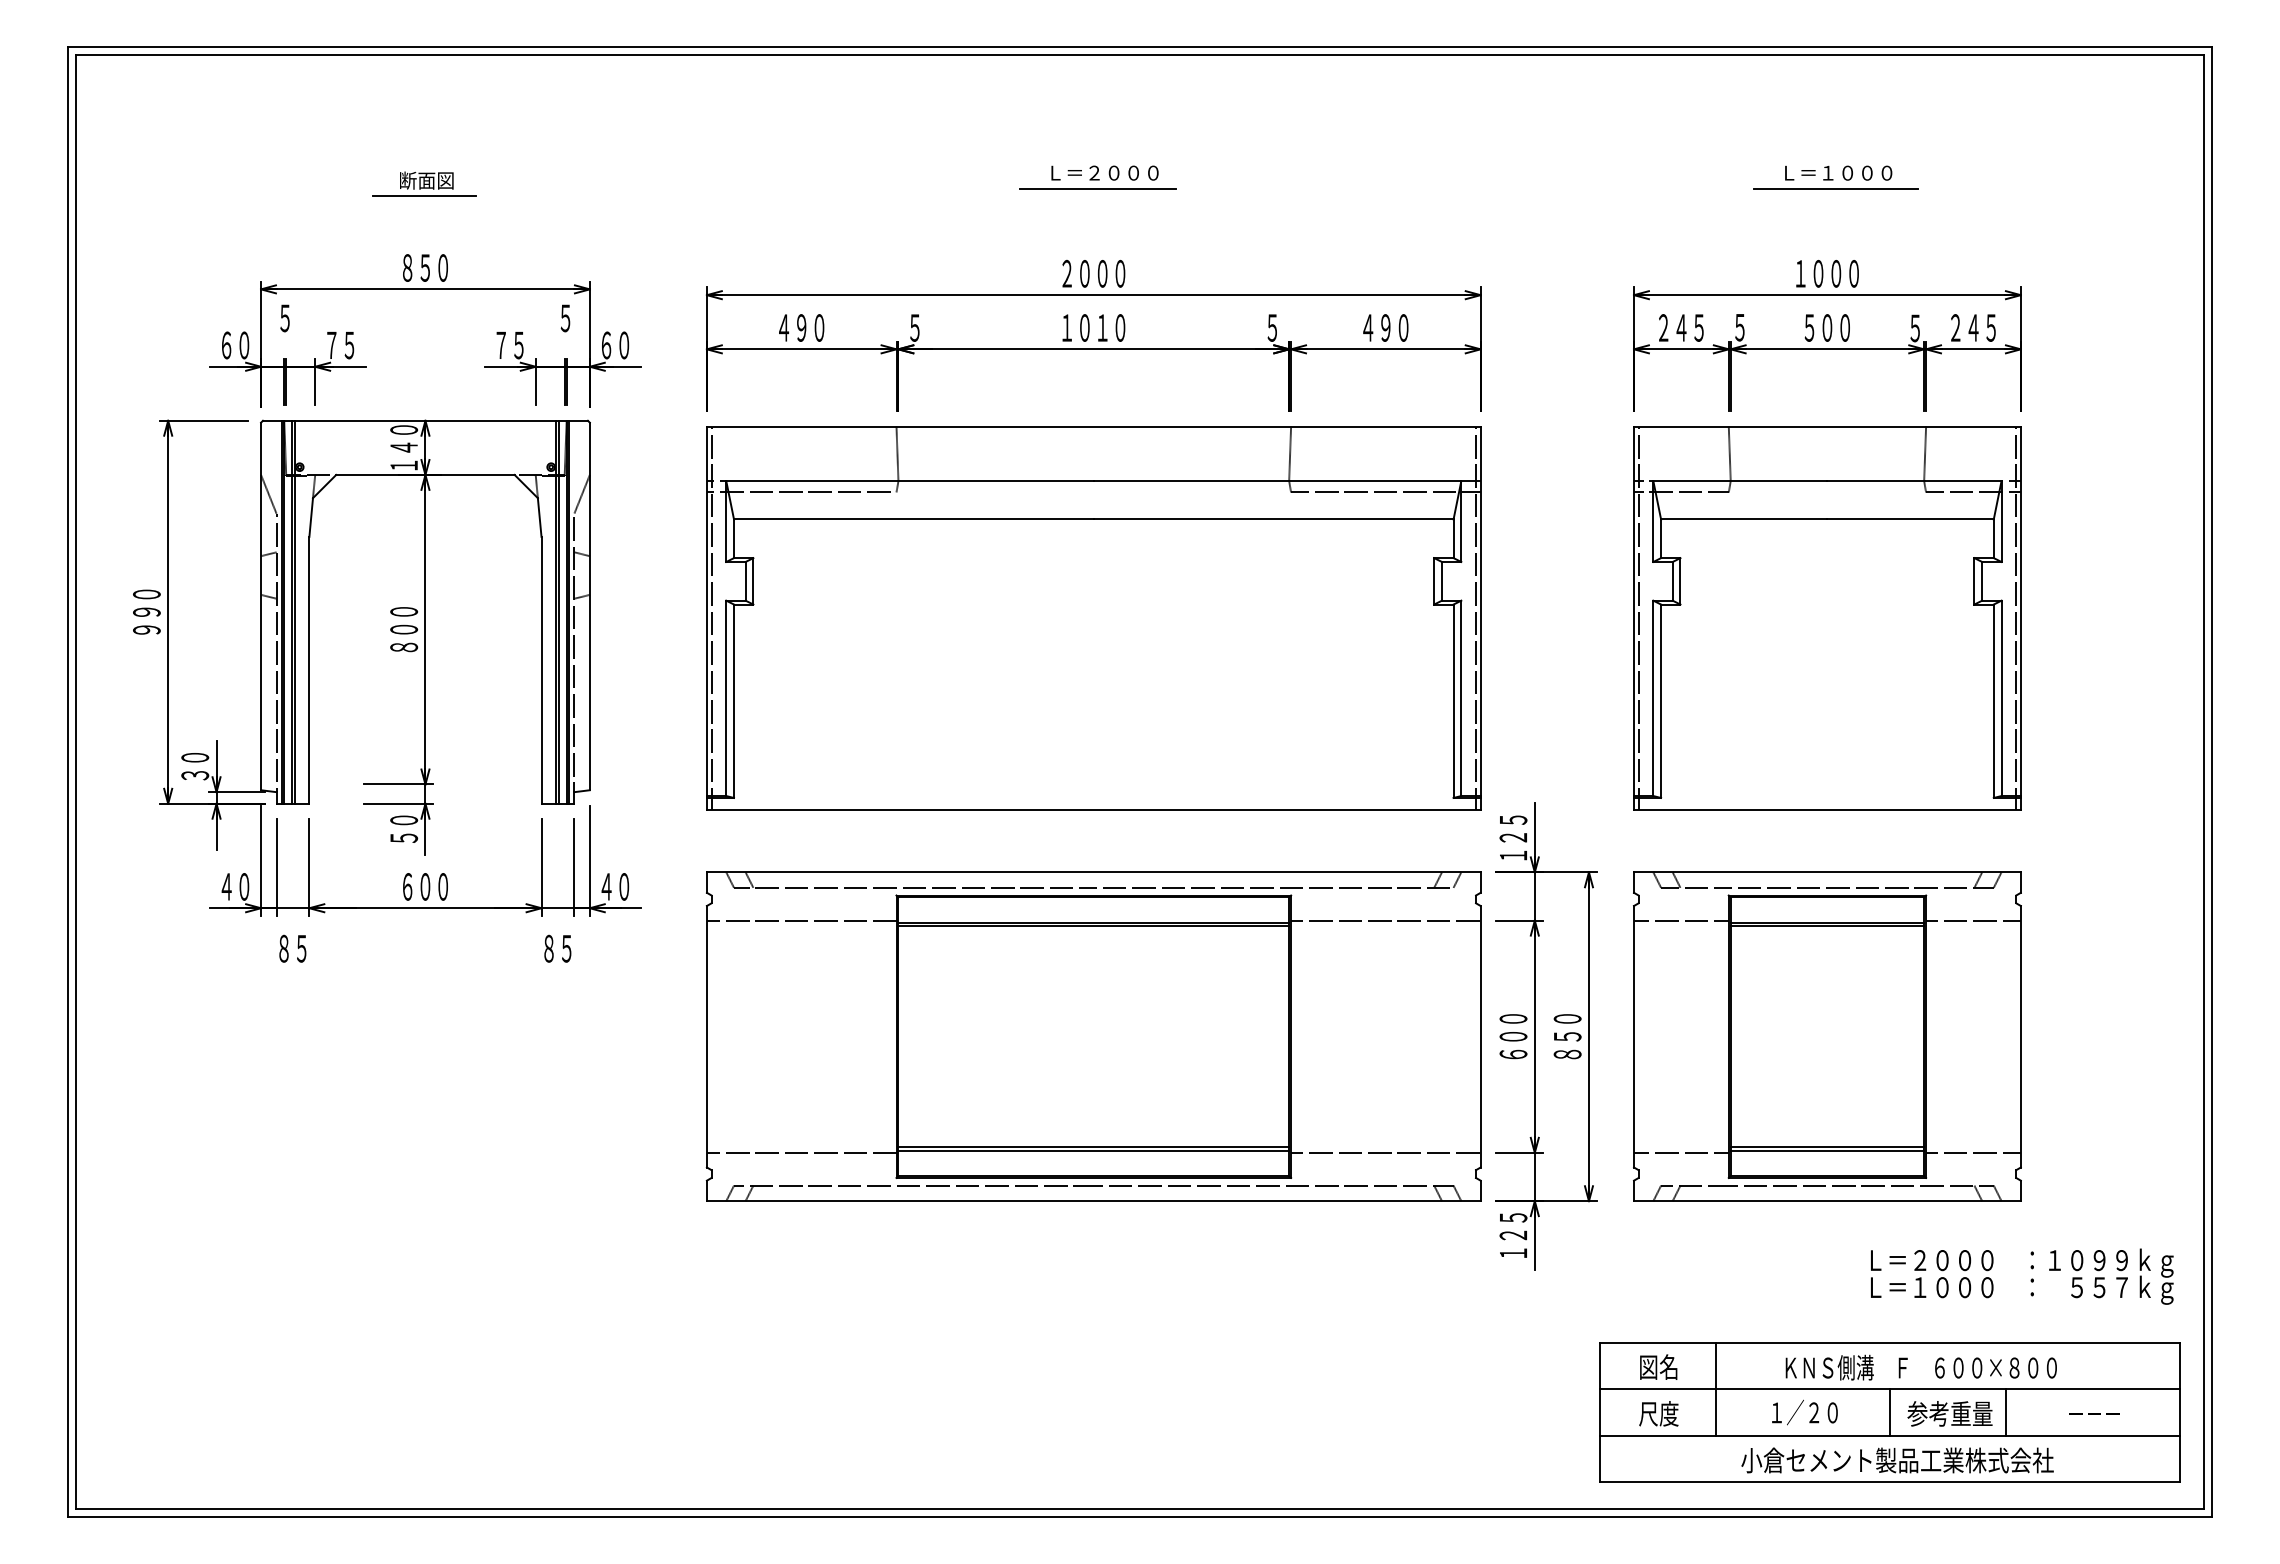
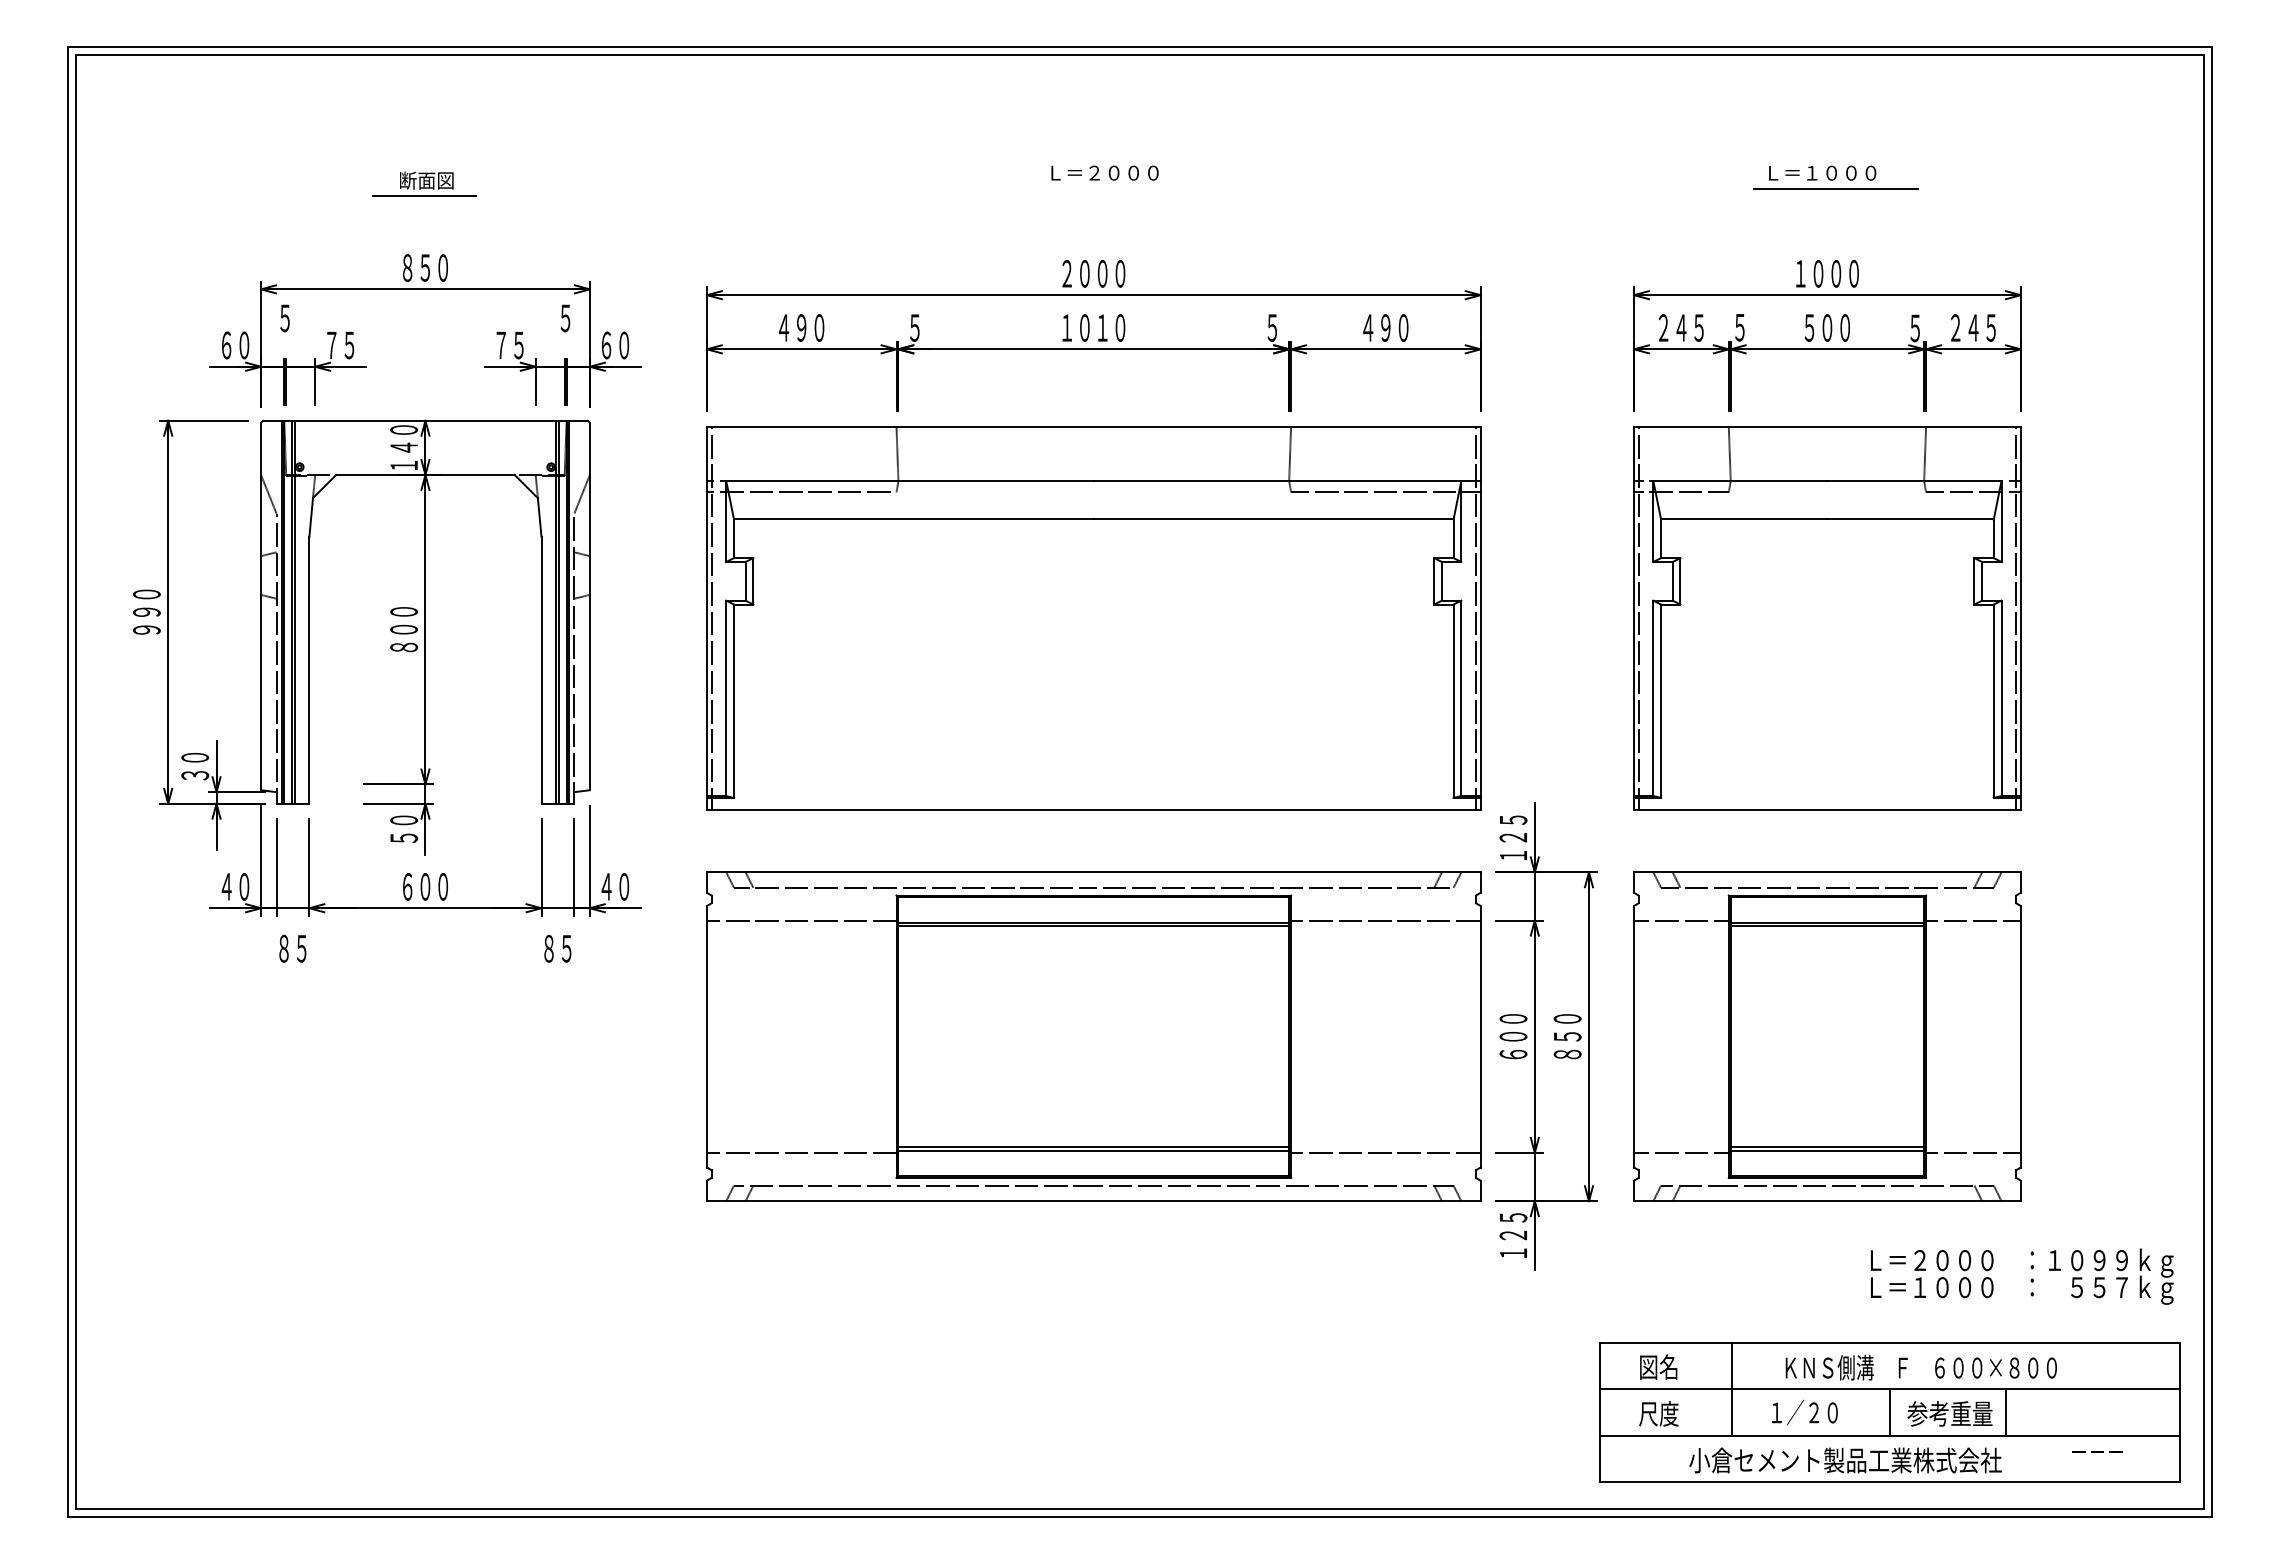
text at (1838, 172) position: (1838, 172) -> (1822, 172)
line at (1097, 188): present -> none
line at (1716, 1388) position: (1716, 1388) -> (1732, 1388)
text at (2094, 1413) position: (2094, 1413) -> (2097, 1451)
text at (1897, 1460) position: (1897, 1460) -> (1845, 1460)
